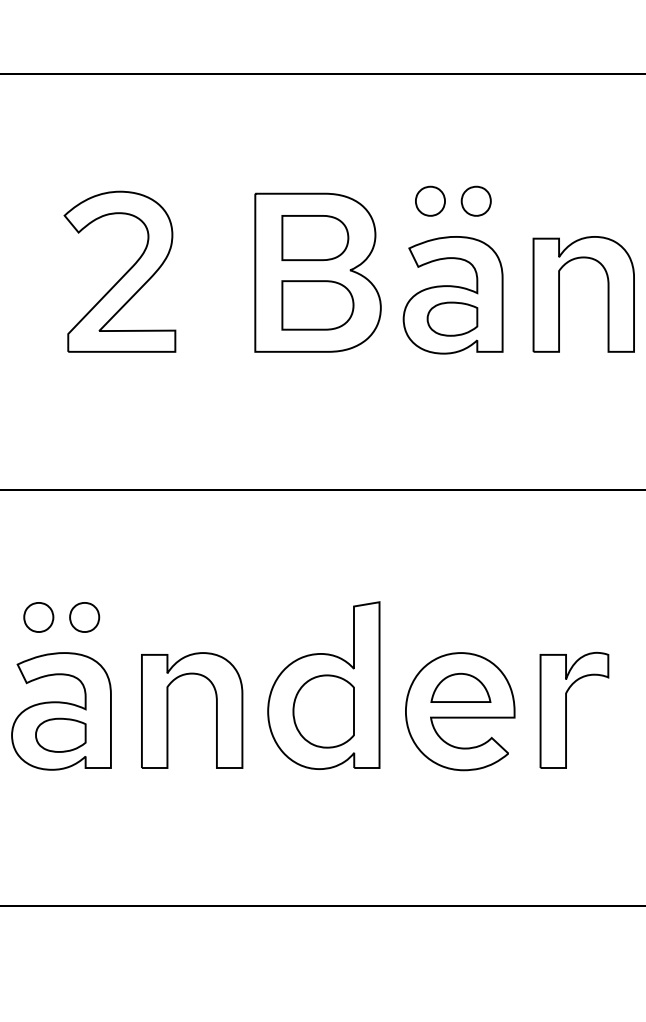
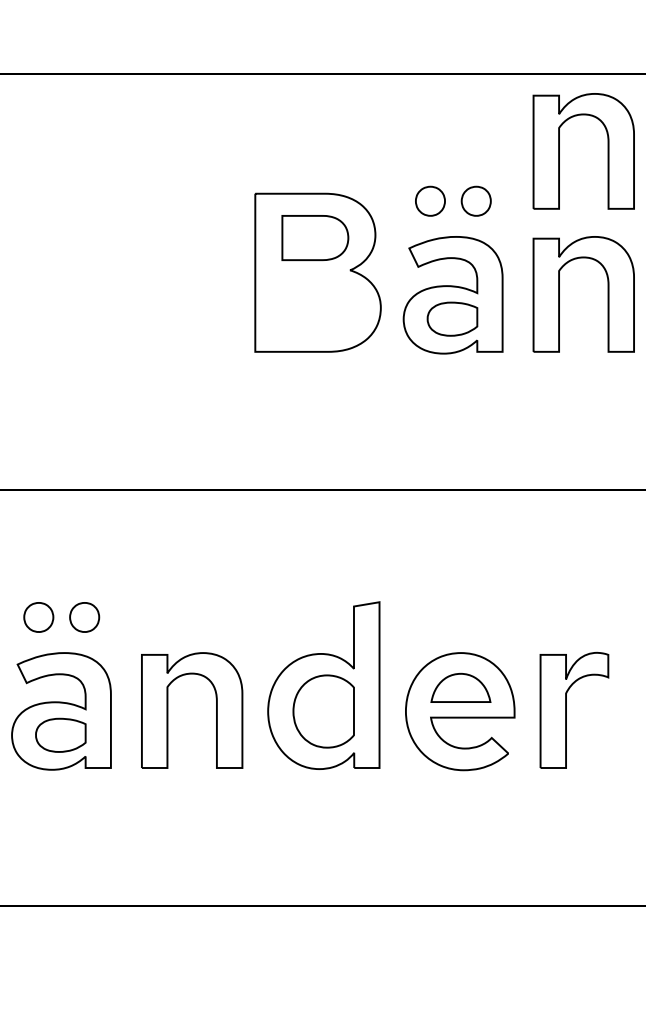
part at (559, 151): none -> present
part at (119, 271): present -> none
part at (317, 305): present -> none
